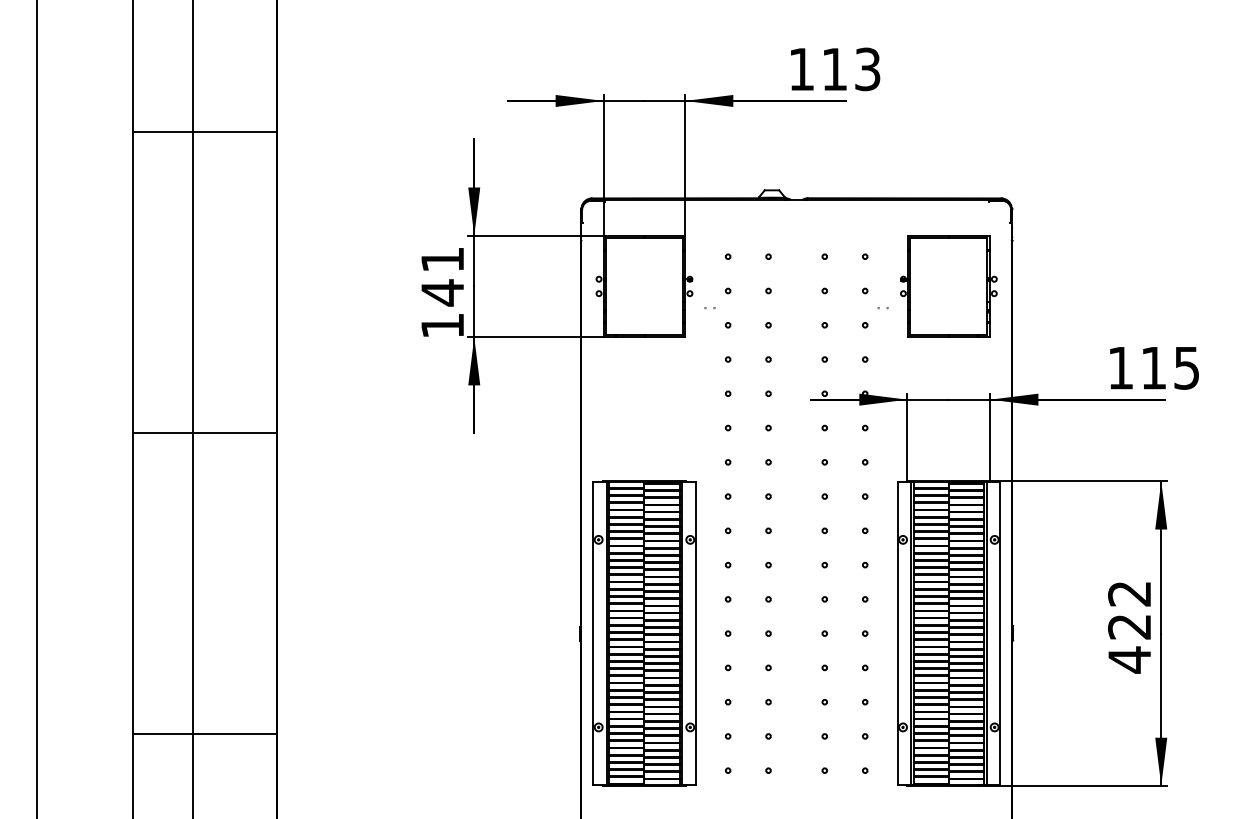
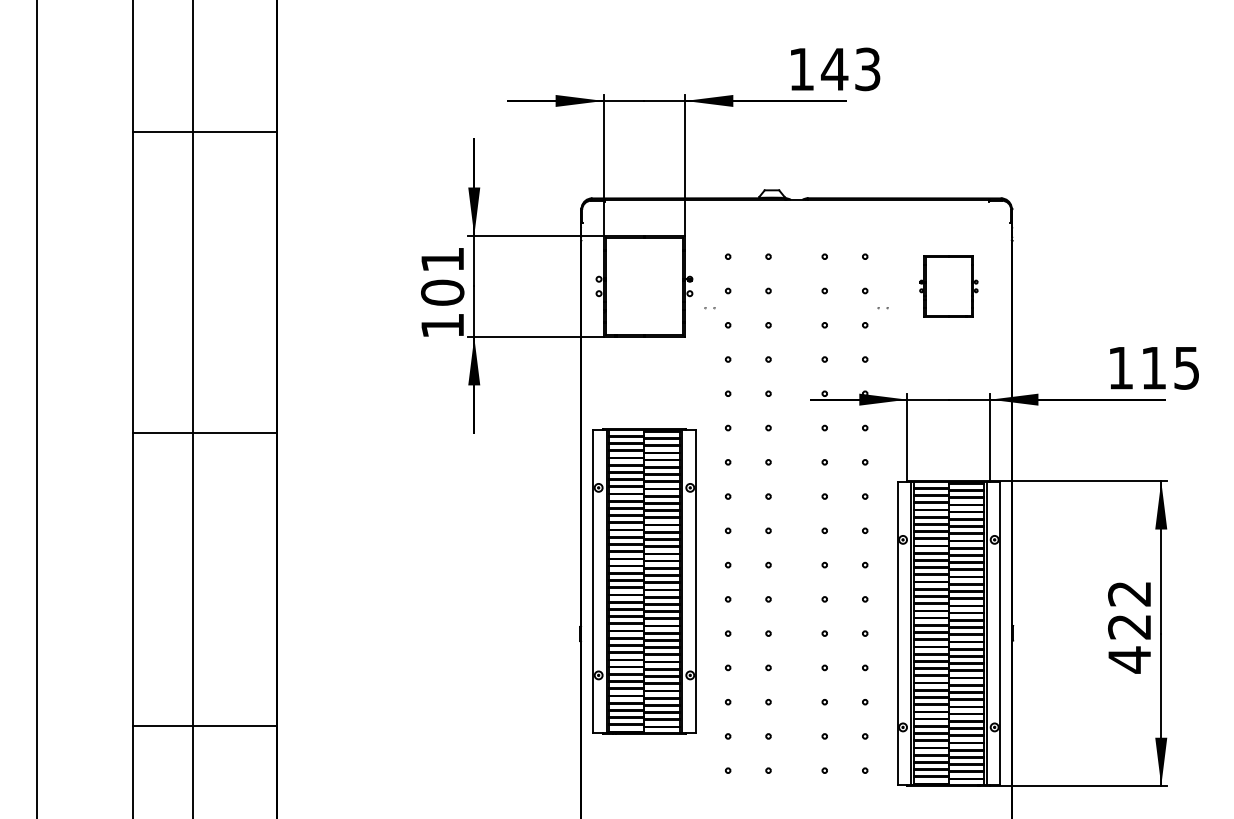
text at (834, 69): 113 -> 143
part at (948, 286) size: 98x103 px -> 60x63 px
text at (442, 292): 141 -> 101
part at (644, 633) position: (644, 633) -> (644, 581)
line at (205, 733) position: (205, 733) -> (205, 725)
